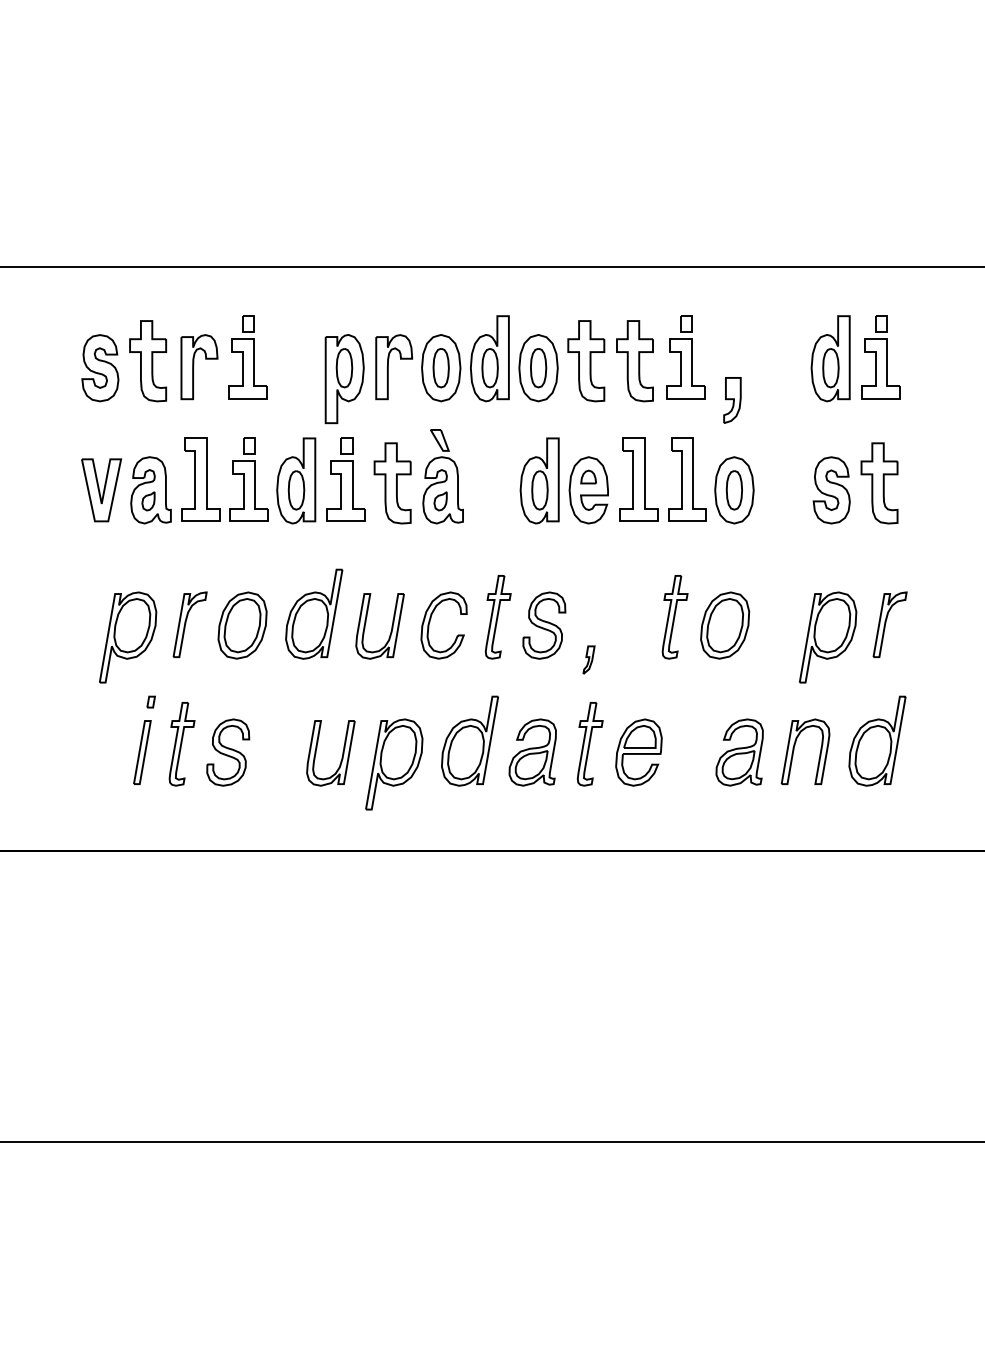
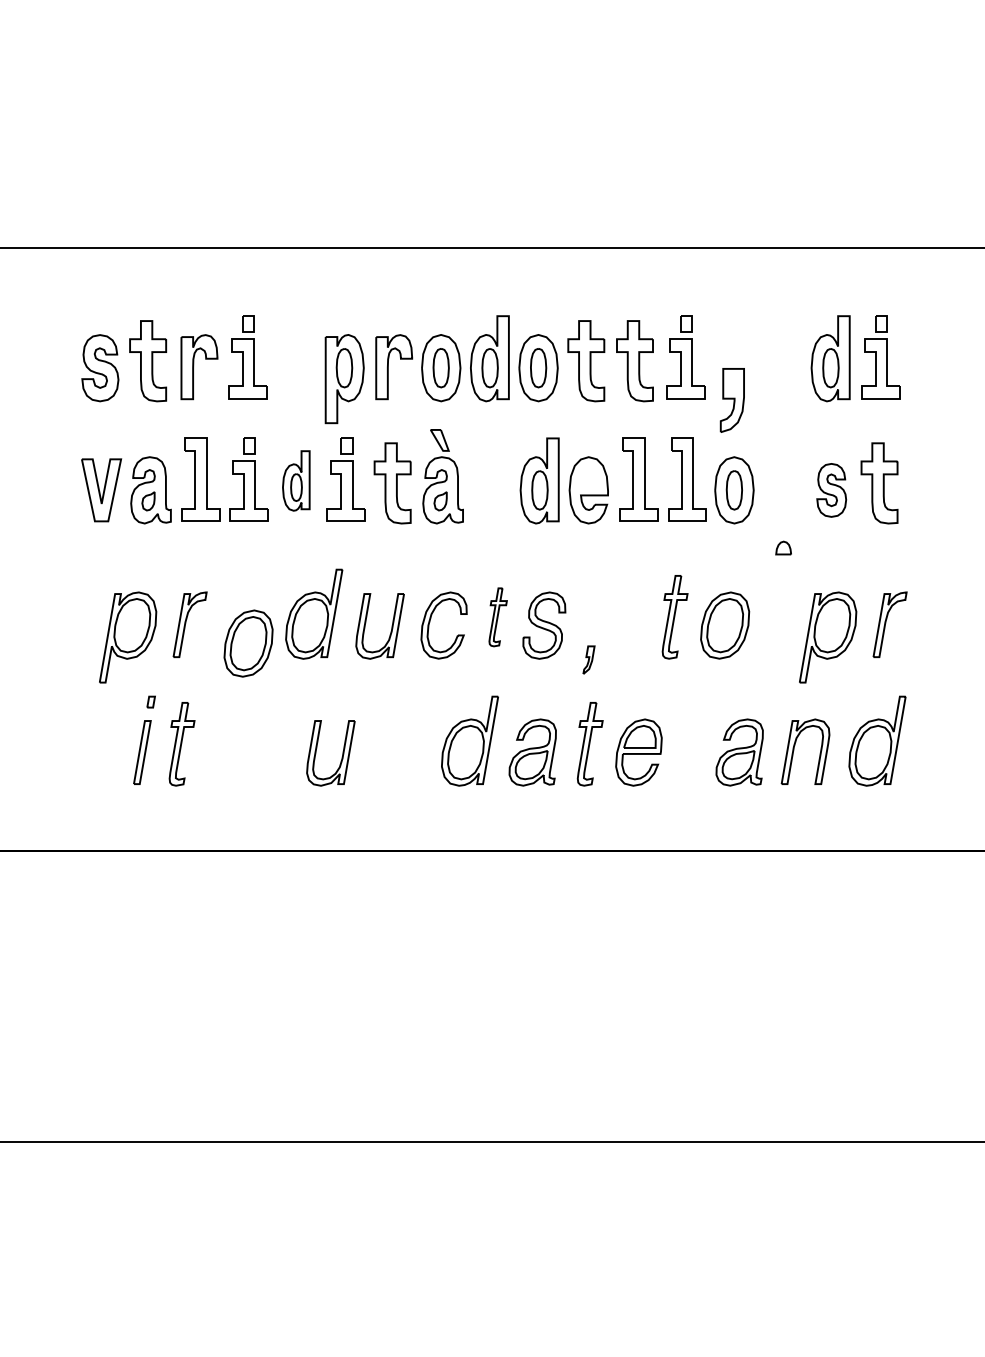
line at (491, 267) position: (491, 267) -> (491, 248)
part at (732, 400) size: 19x47 px -> 26x65 px
part at (588, 476) position: (588, 476) -> (783, 547)
part at (296, 480) size: 41x88 px -> 29x62 px
part at (831, 490) size: 39x69 px -> 32x55 px
part at (497, 617) size: 28x85 px -> 20x61 px
part at (242, 625) position: (242, 625) -> (248, 643)
part at (228, 752): present -> none
part at (394, 764): present -> none
